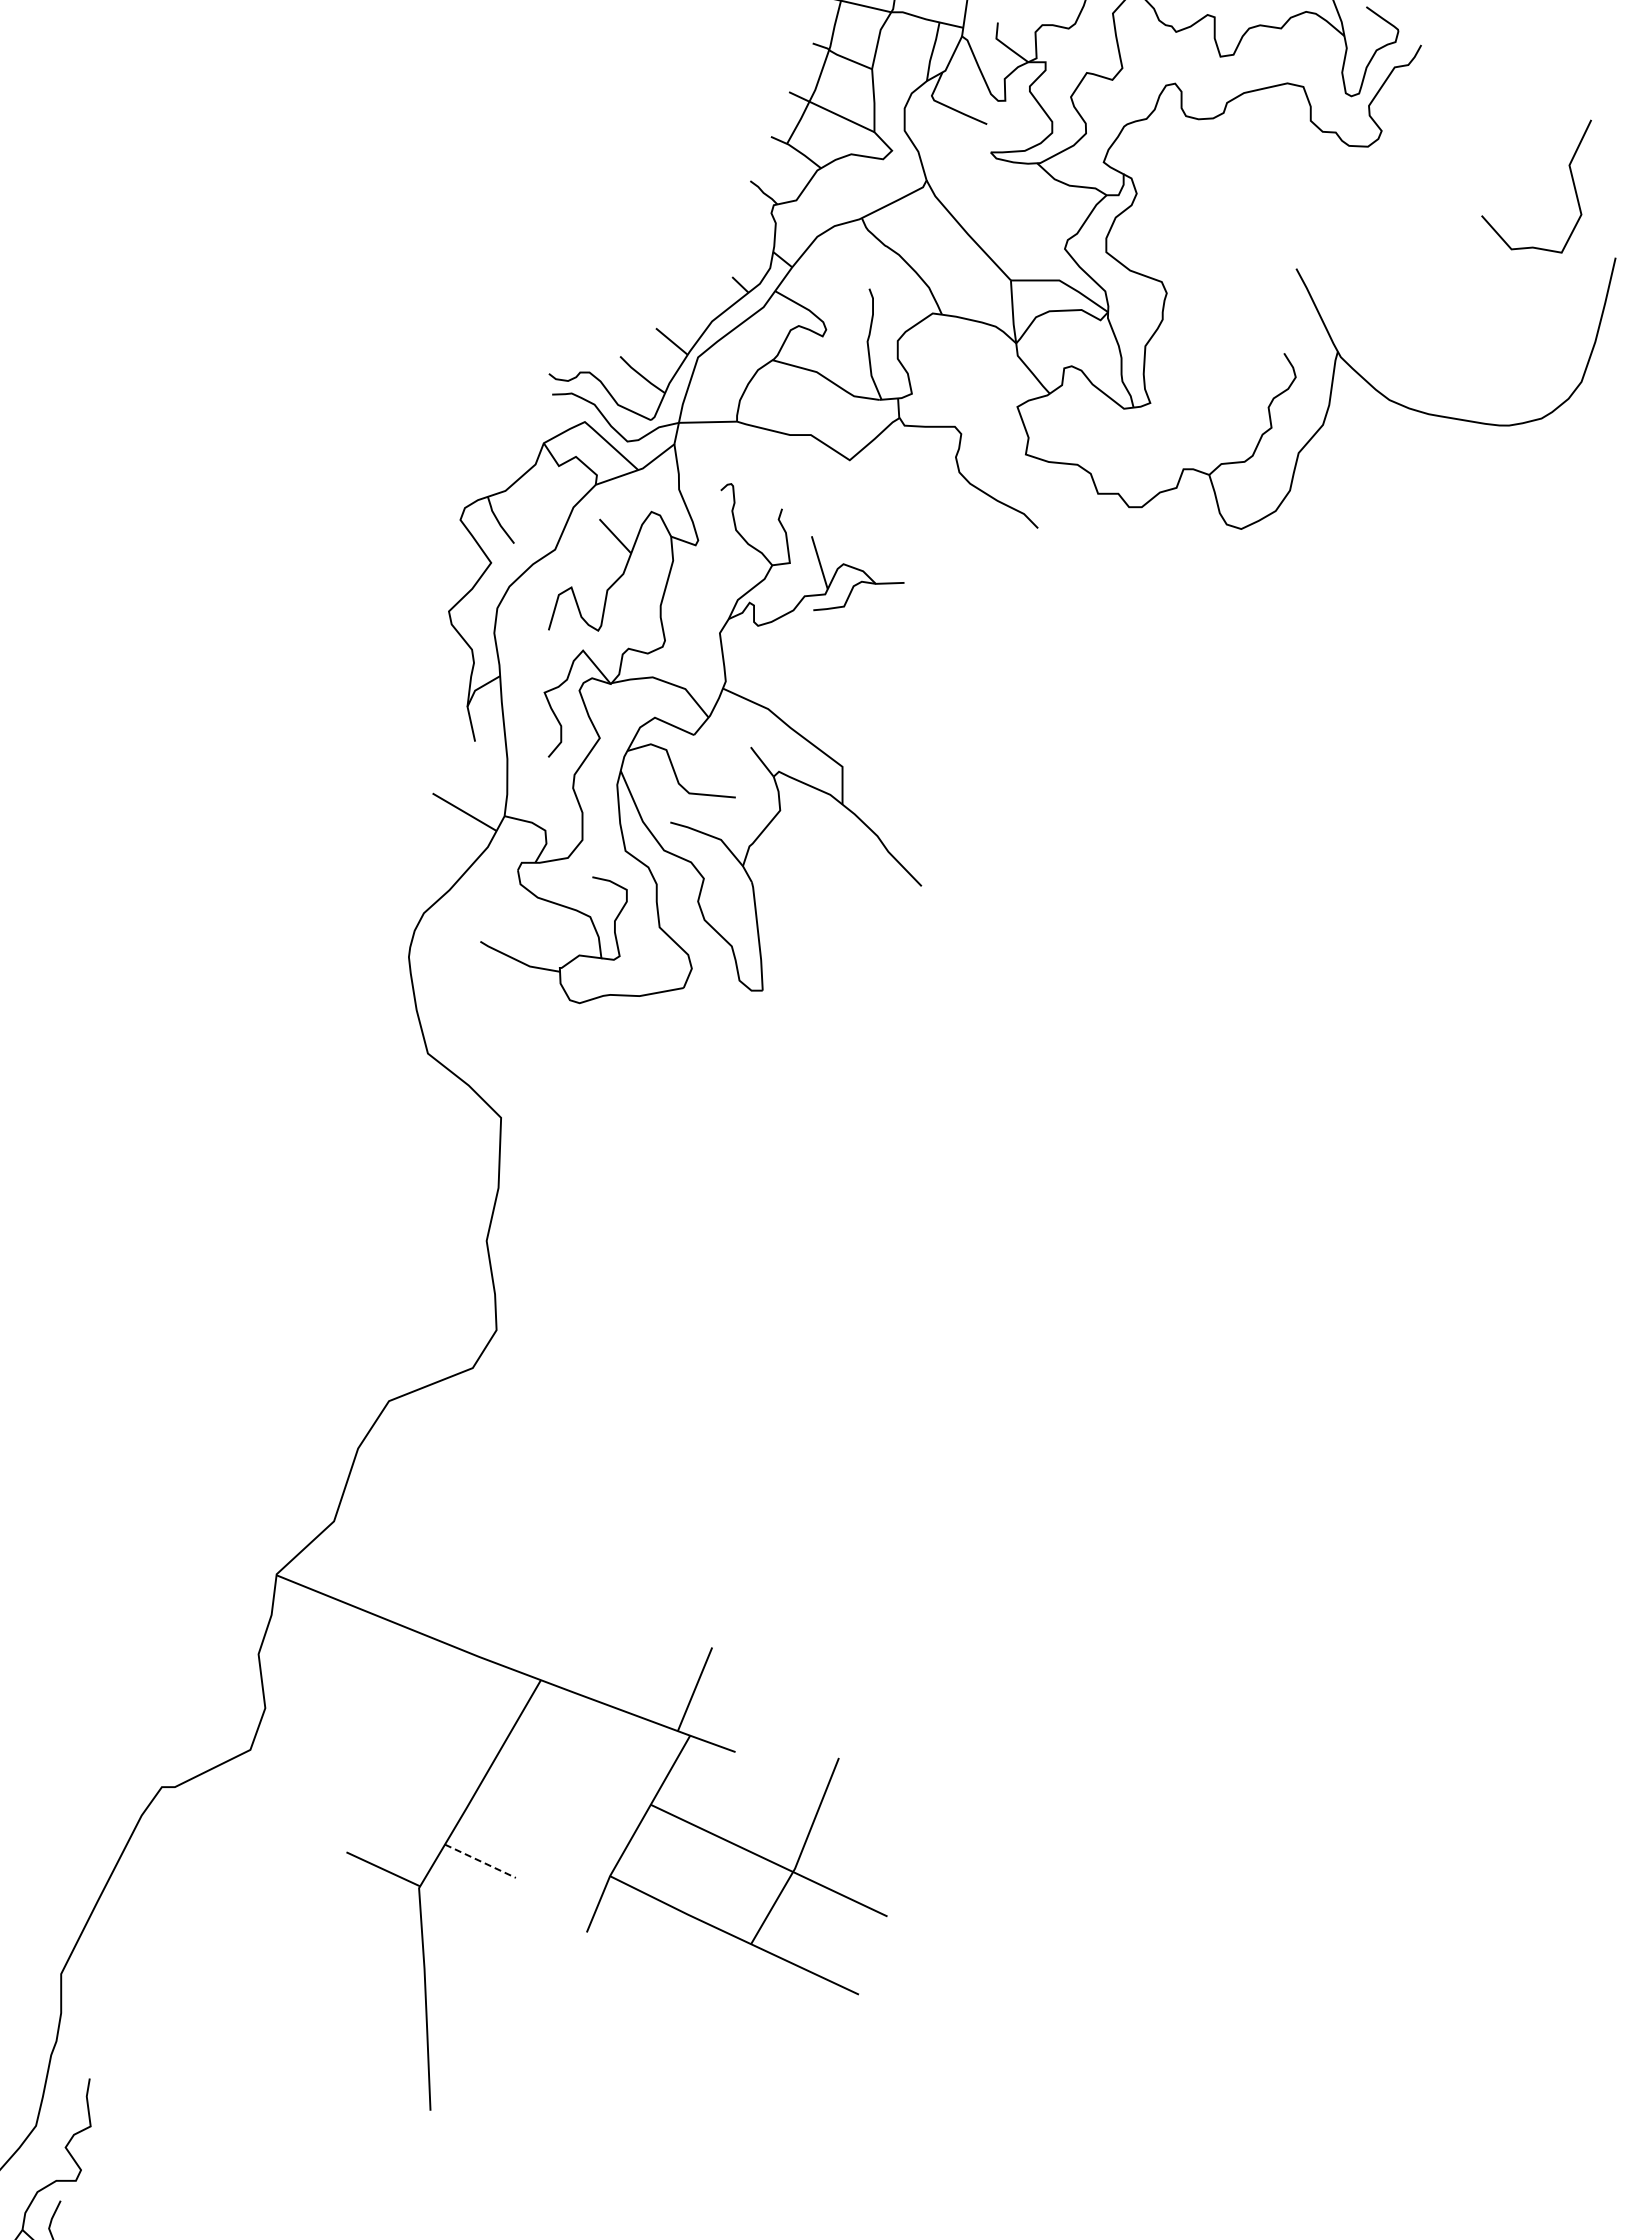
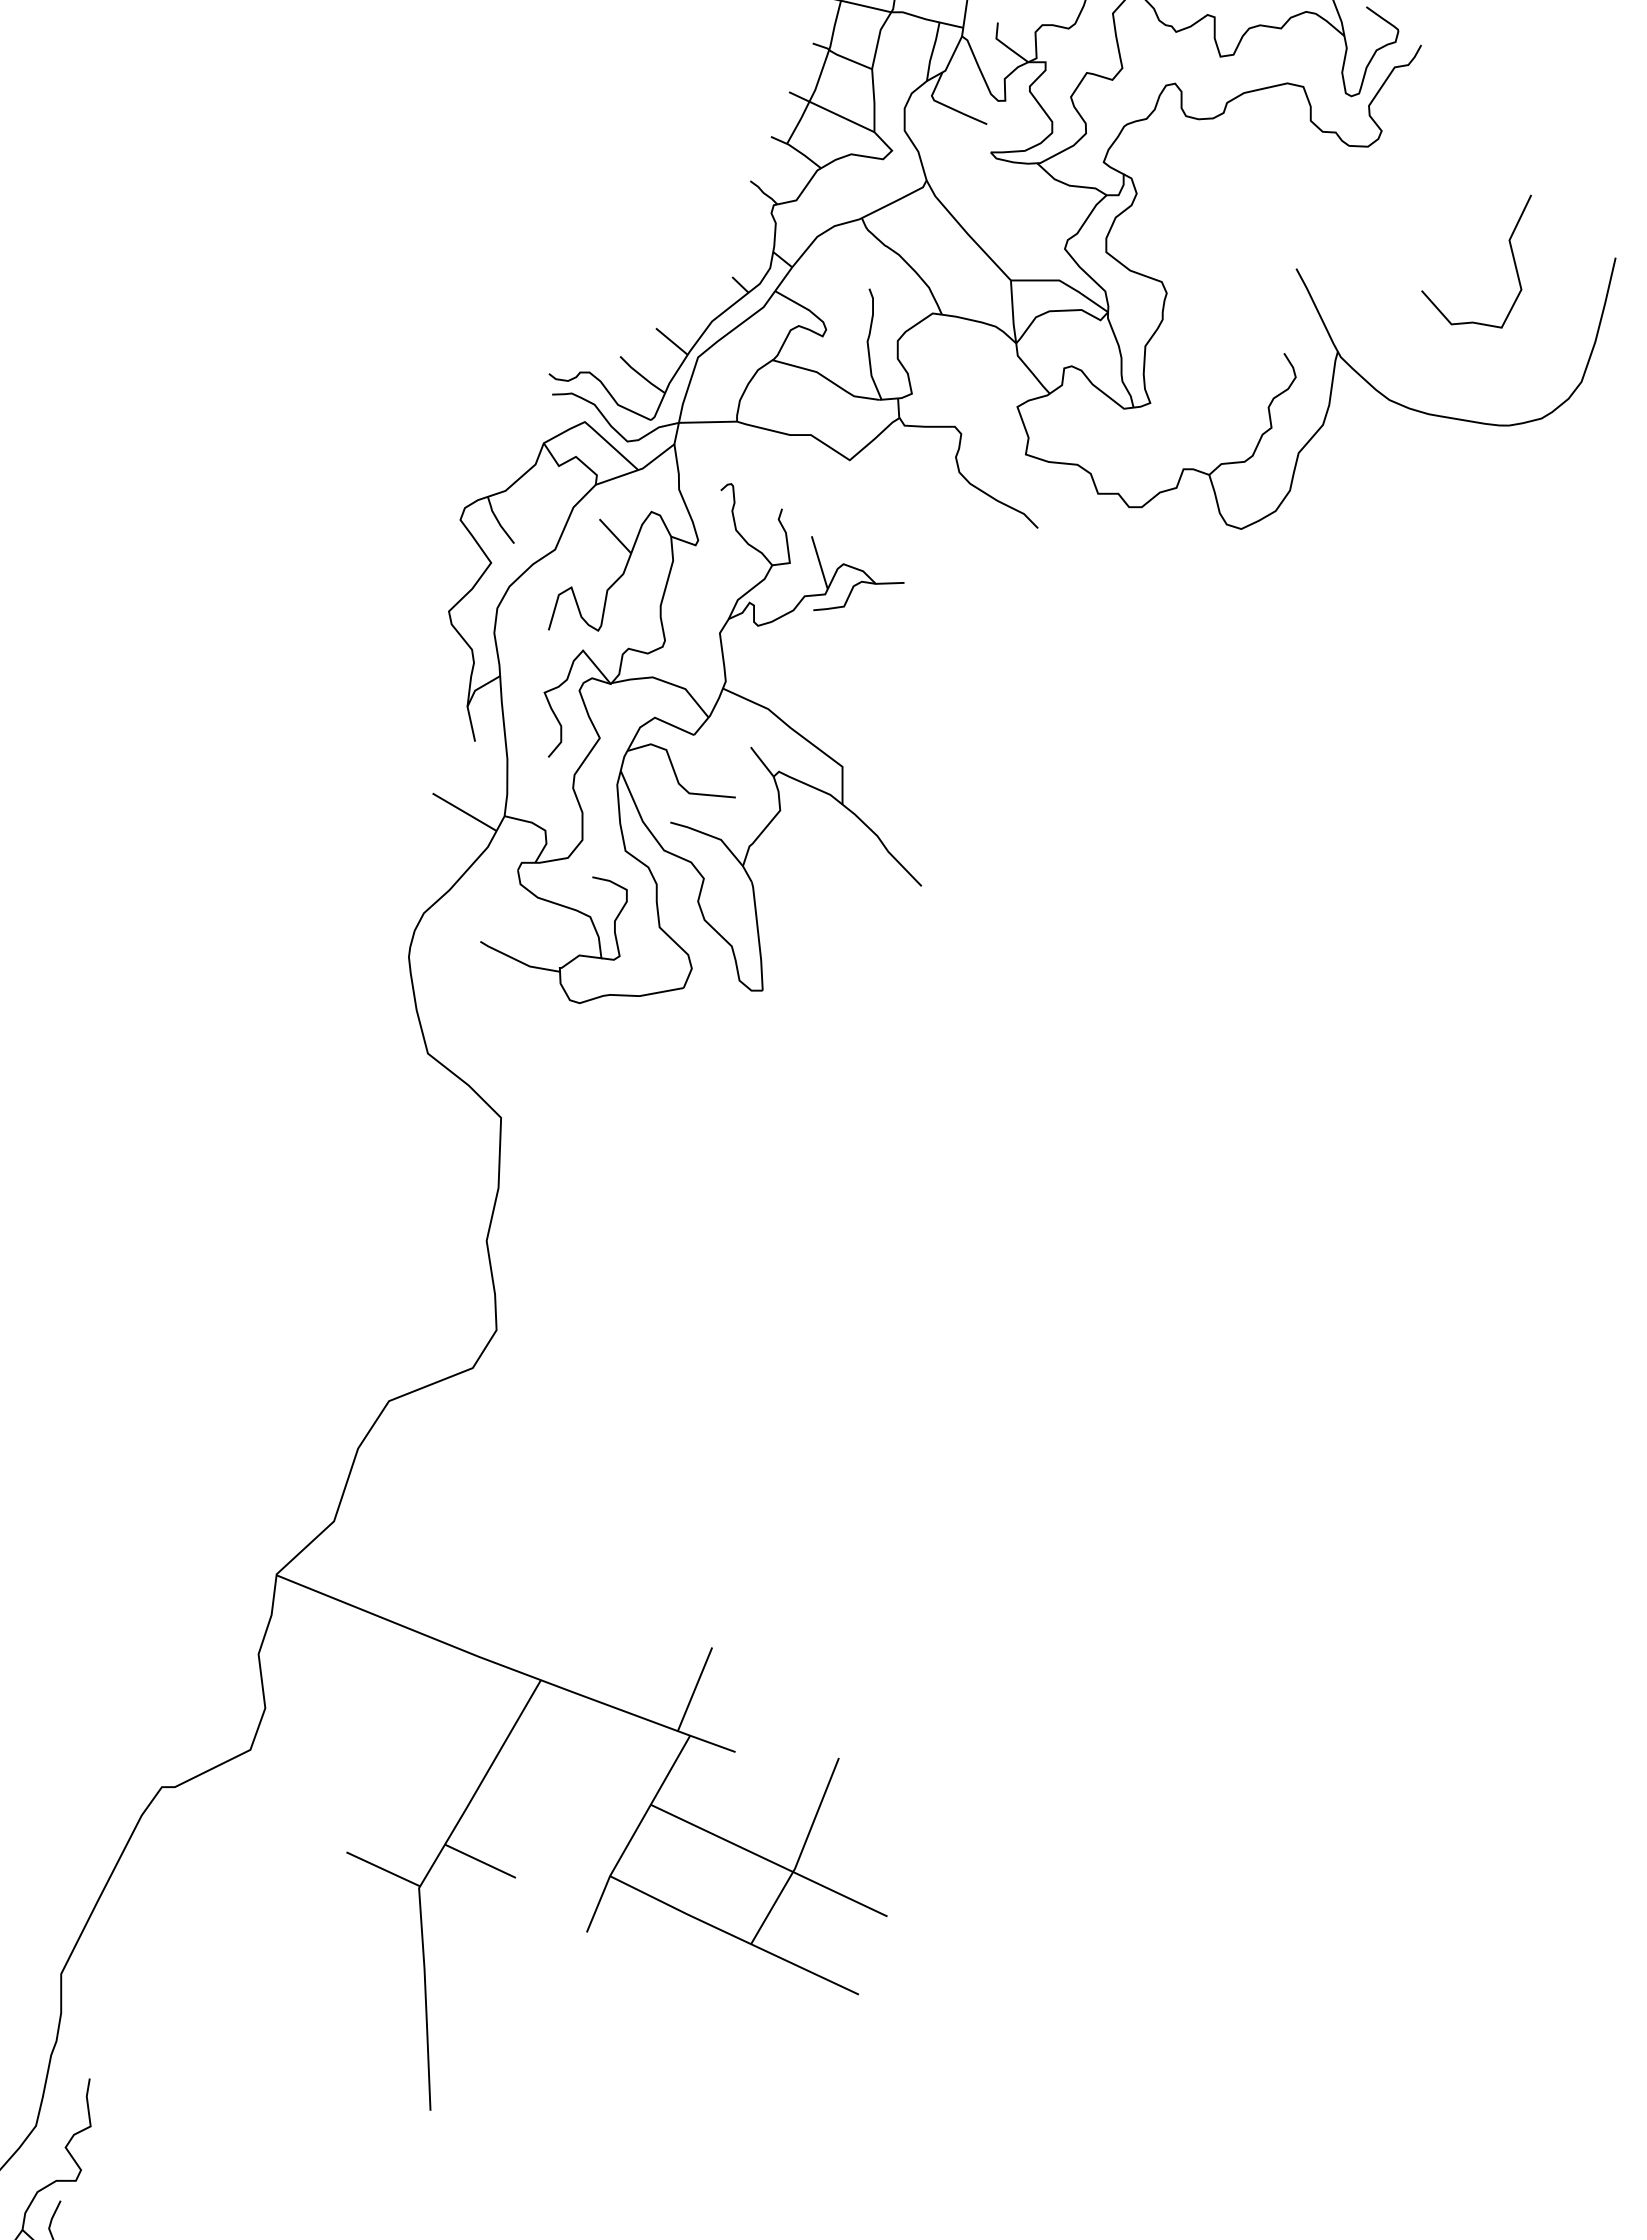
curve at (1571, 178) position: (1571, 178) -> (1511, 253)
line at (480, 1861): dashed -> solid
